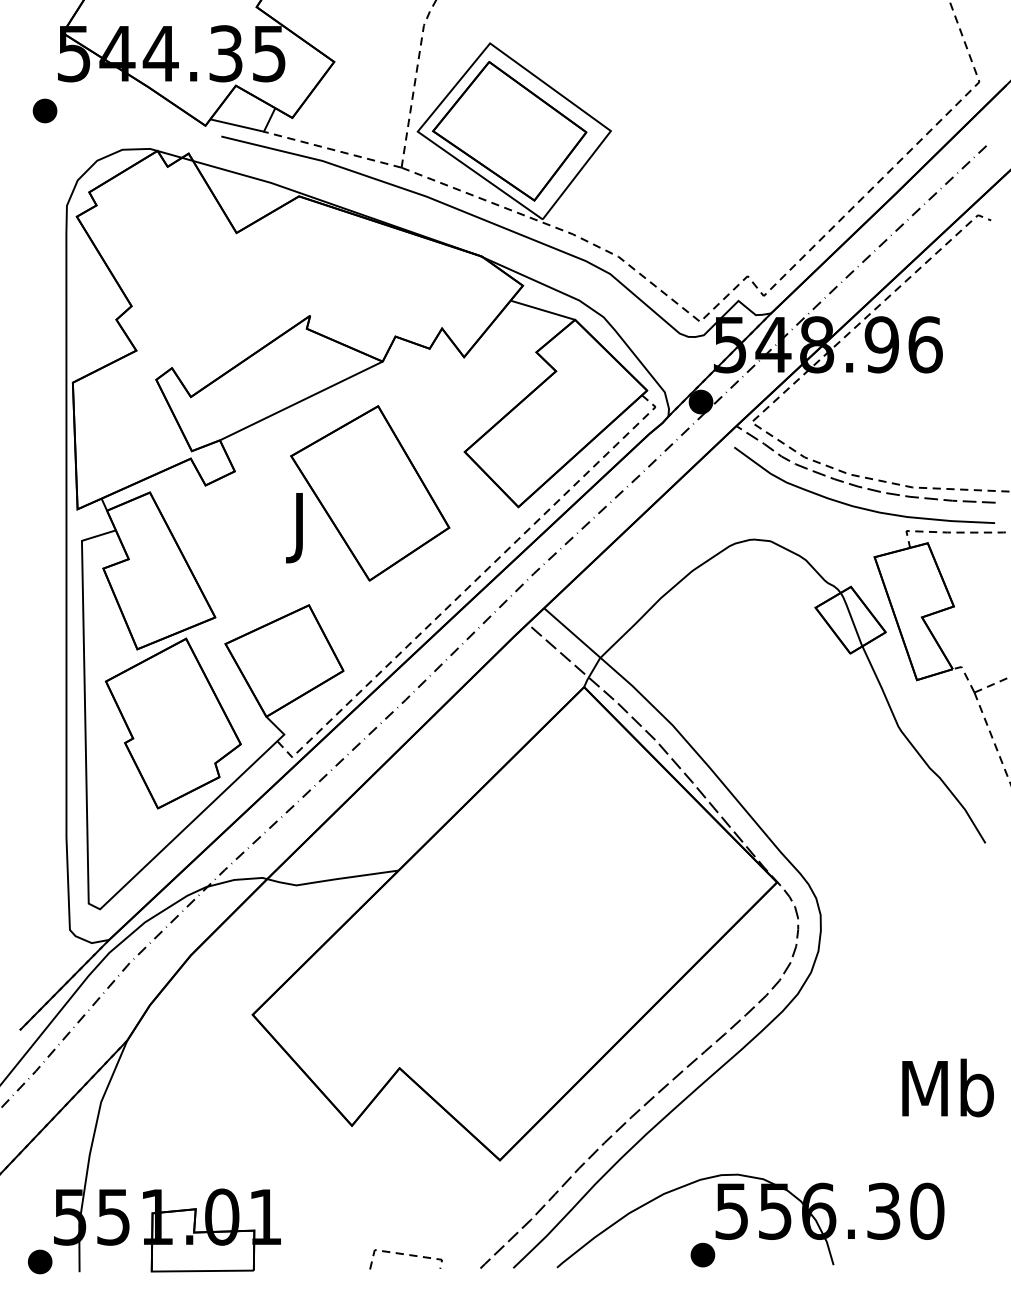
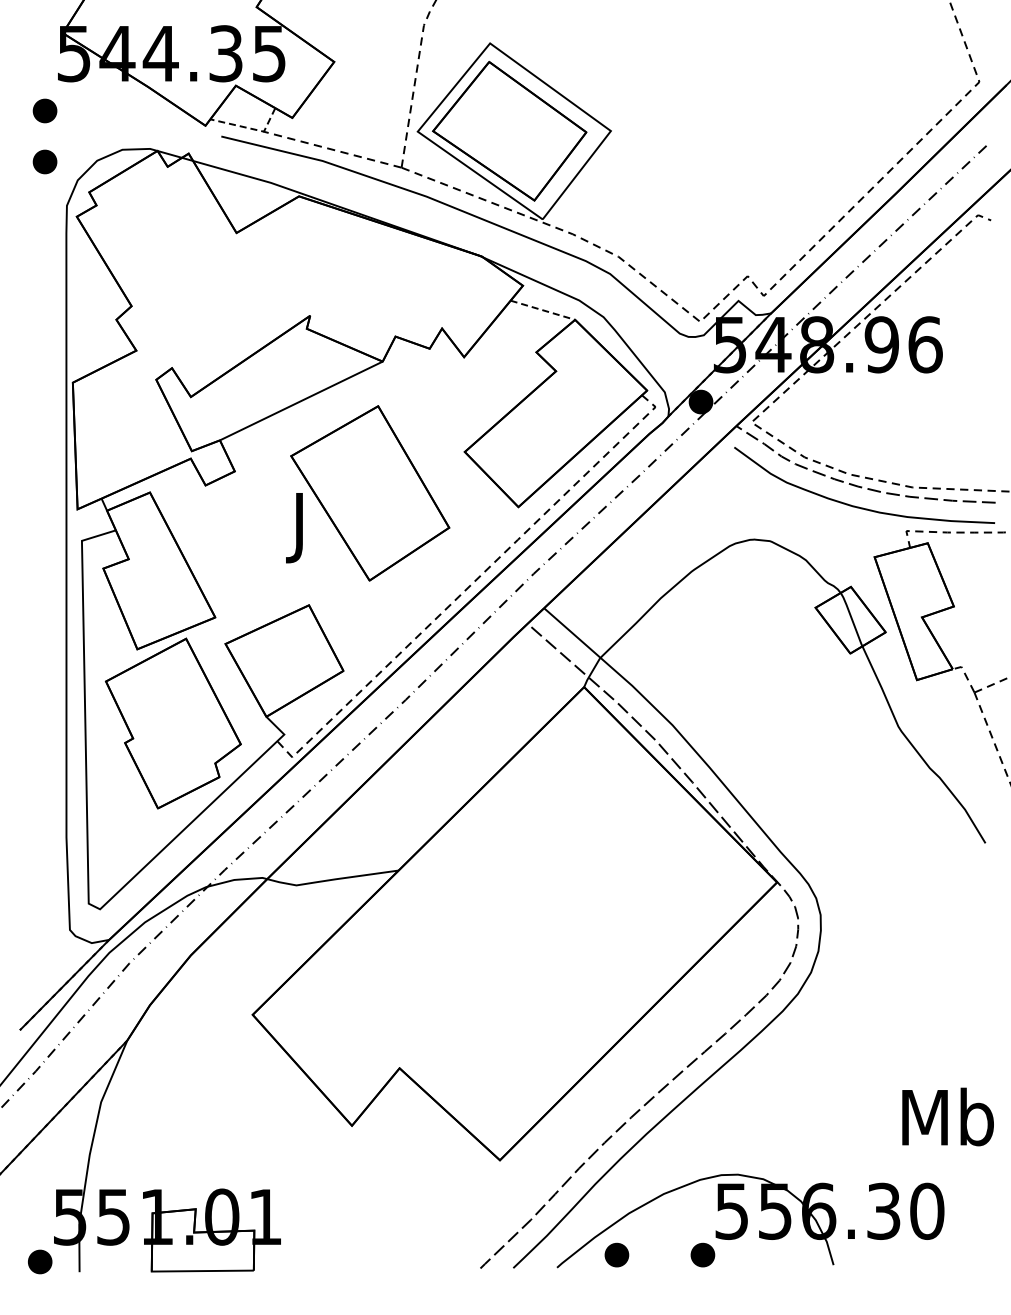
line at (250, 128): solid -> dashed
part at (44, 161): none -> present
line at (542, 310): solid -> dashed
text at (947, 1087) position: (947, 1087) -> (947, 1116)
line at (403, 1254): present -> none
part at (616, 1254): none -> present
